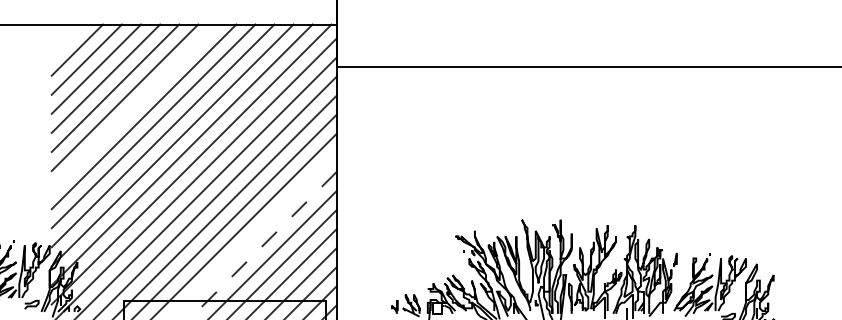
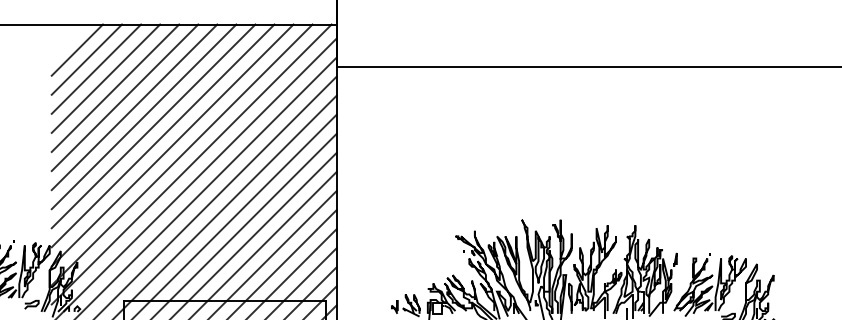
line at (134, 107): none -> present
line at (254, 234): none -> present
line at (263, 245): dashed -> solid
